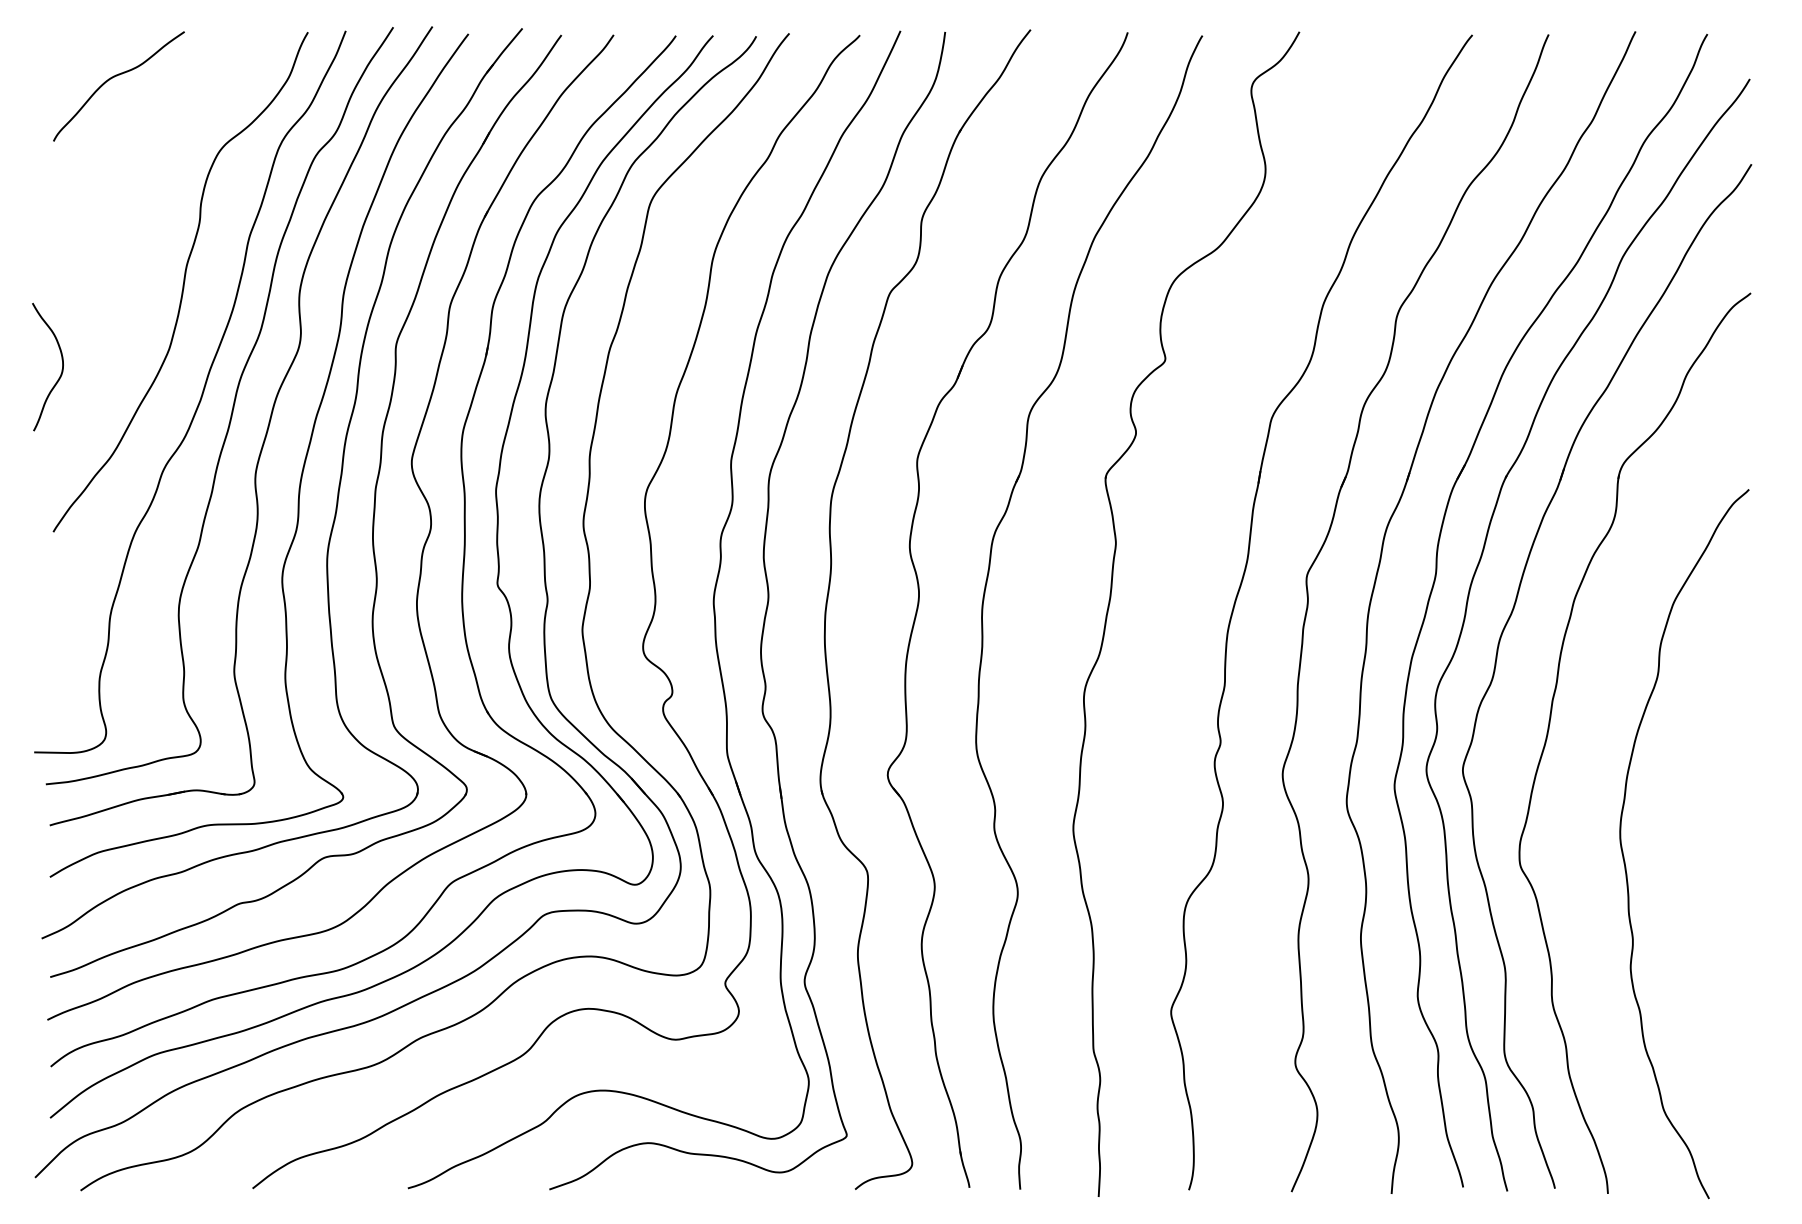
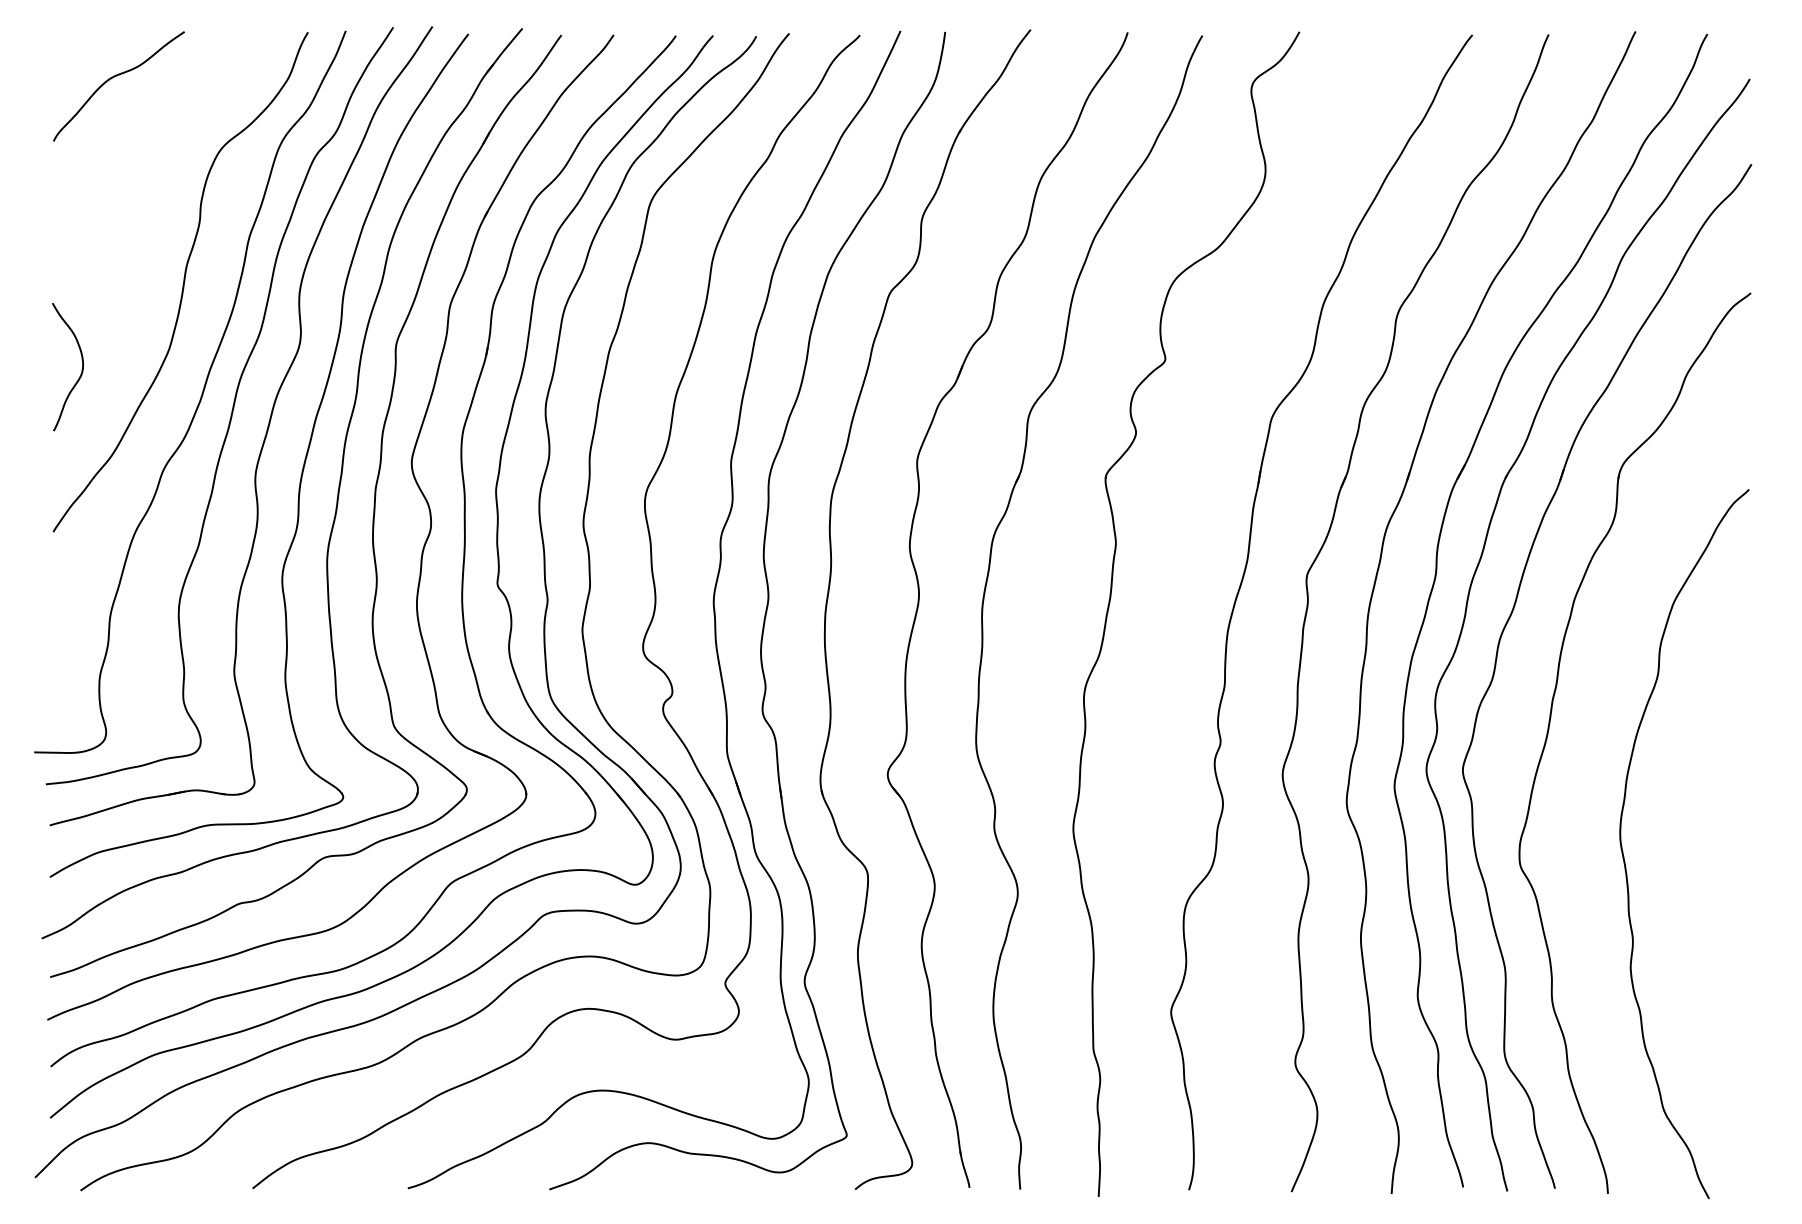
curve at (61, 369) position: (61, 369) -> (81, 369)
